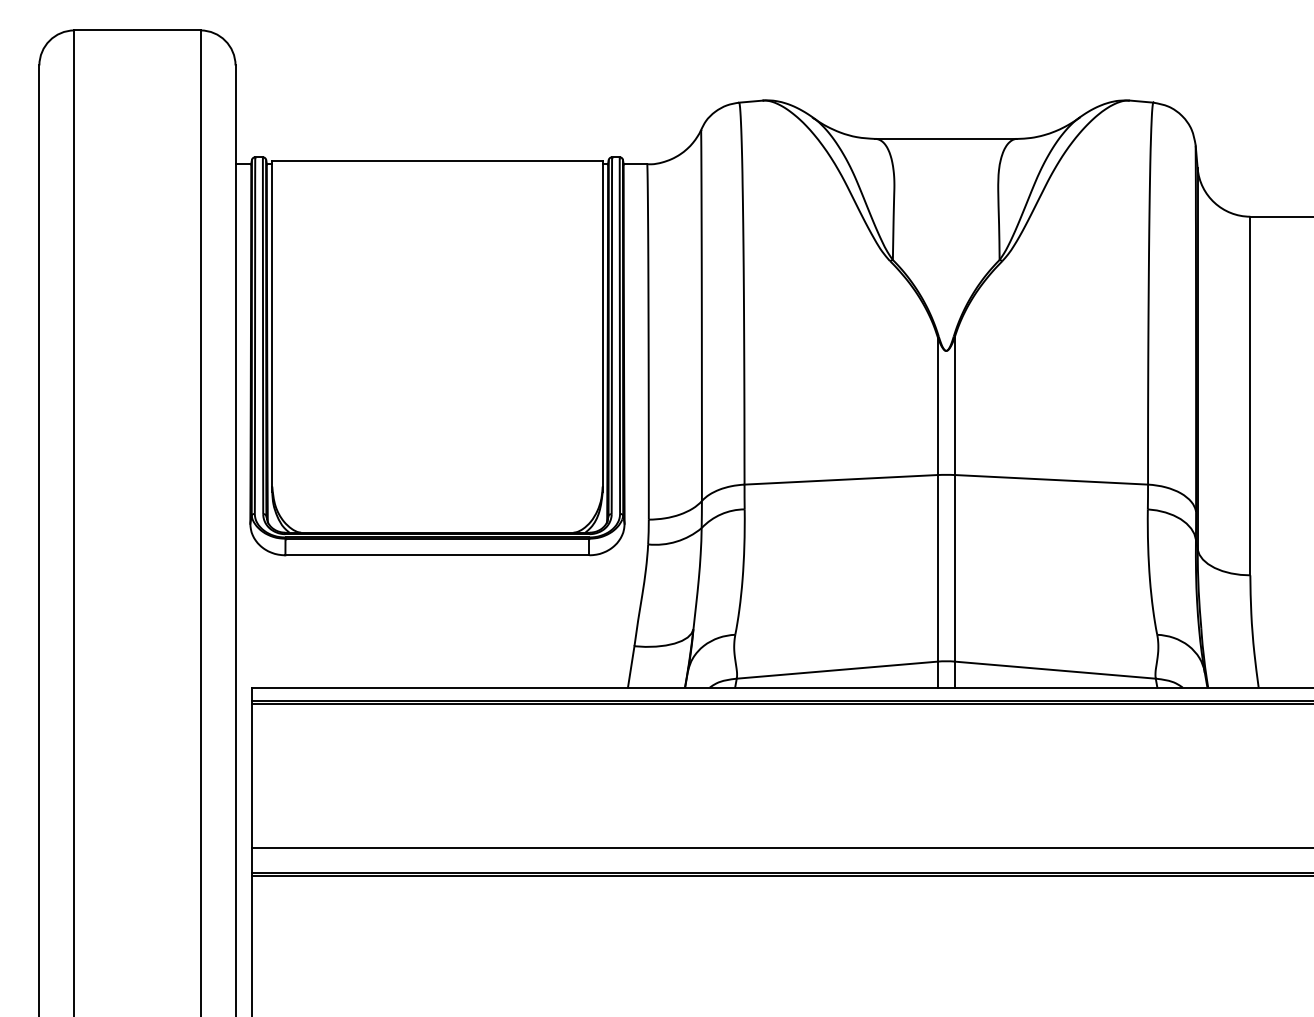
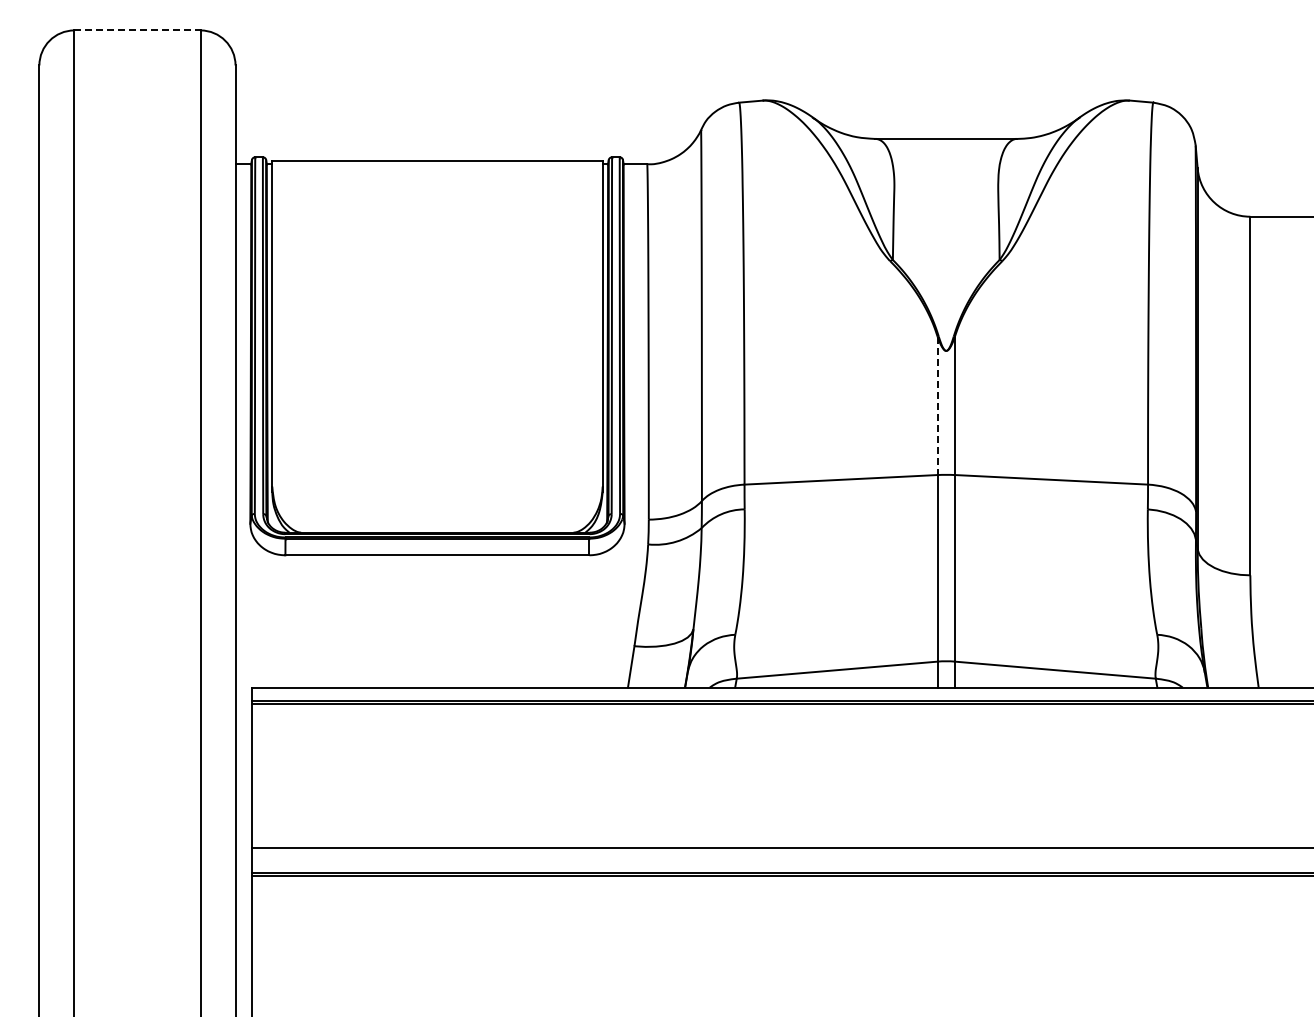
line at (137, 30): solid -> dashed
line at (937, 406): solid -> dashed
